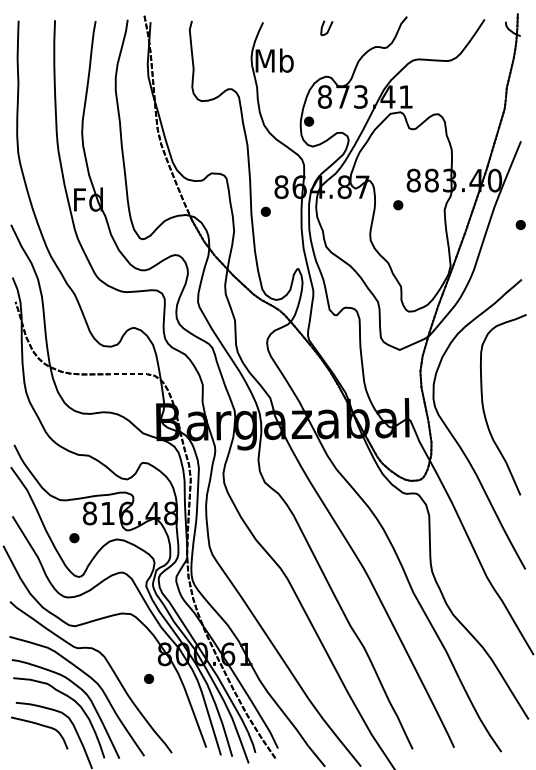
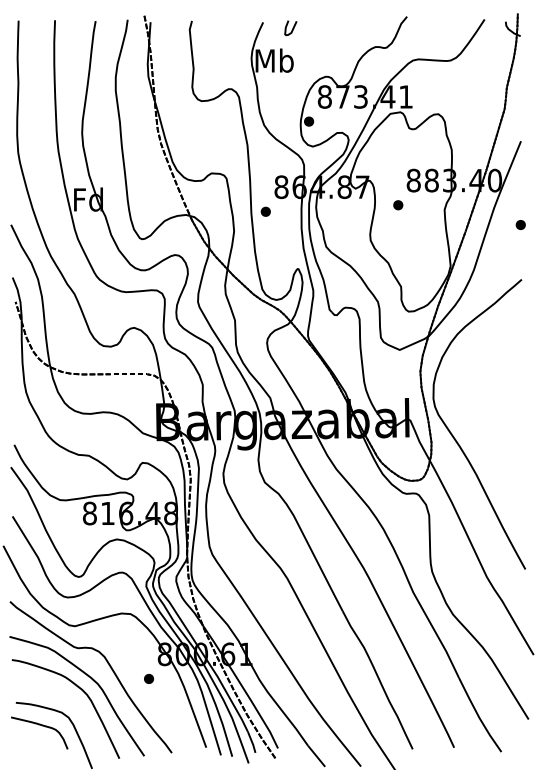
curve at (328, 28) position: (328, 28) -> (292, 28)
part at (484, 408): present -> none
part at (74, 538): present -> none
curve at (70, 699): present -> none
